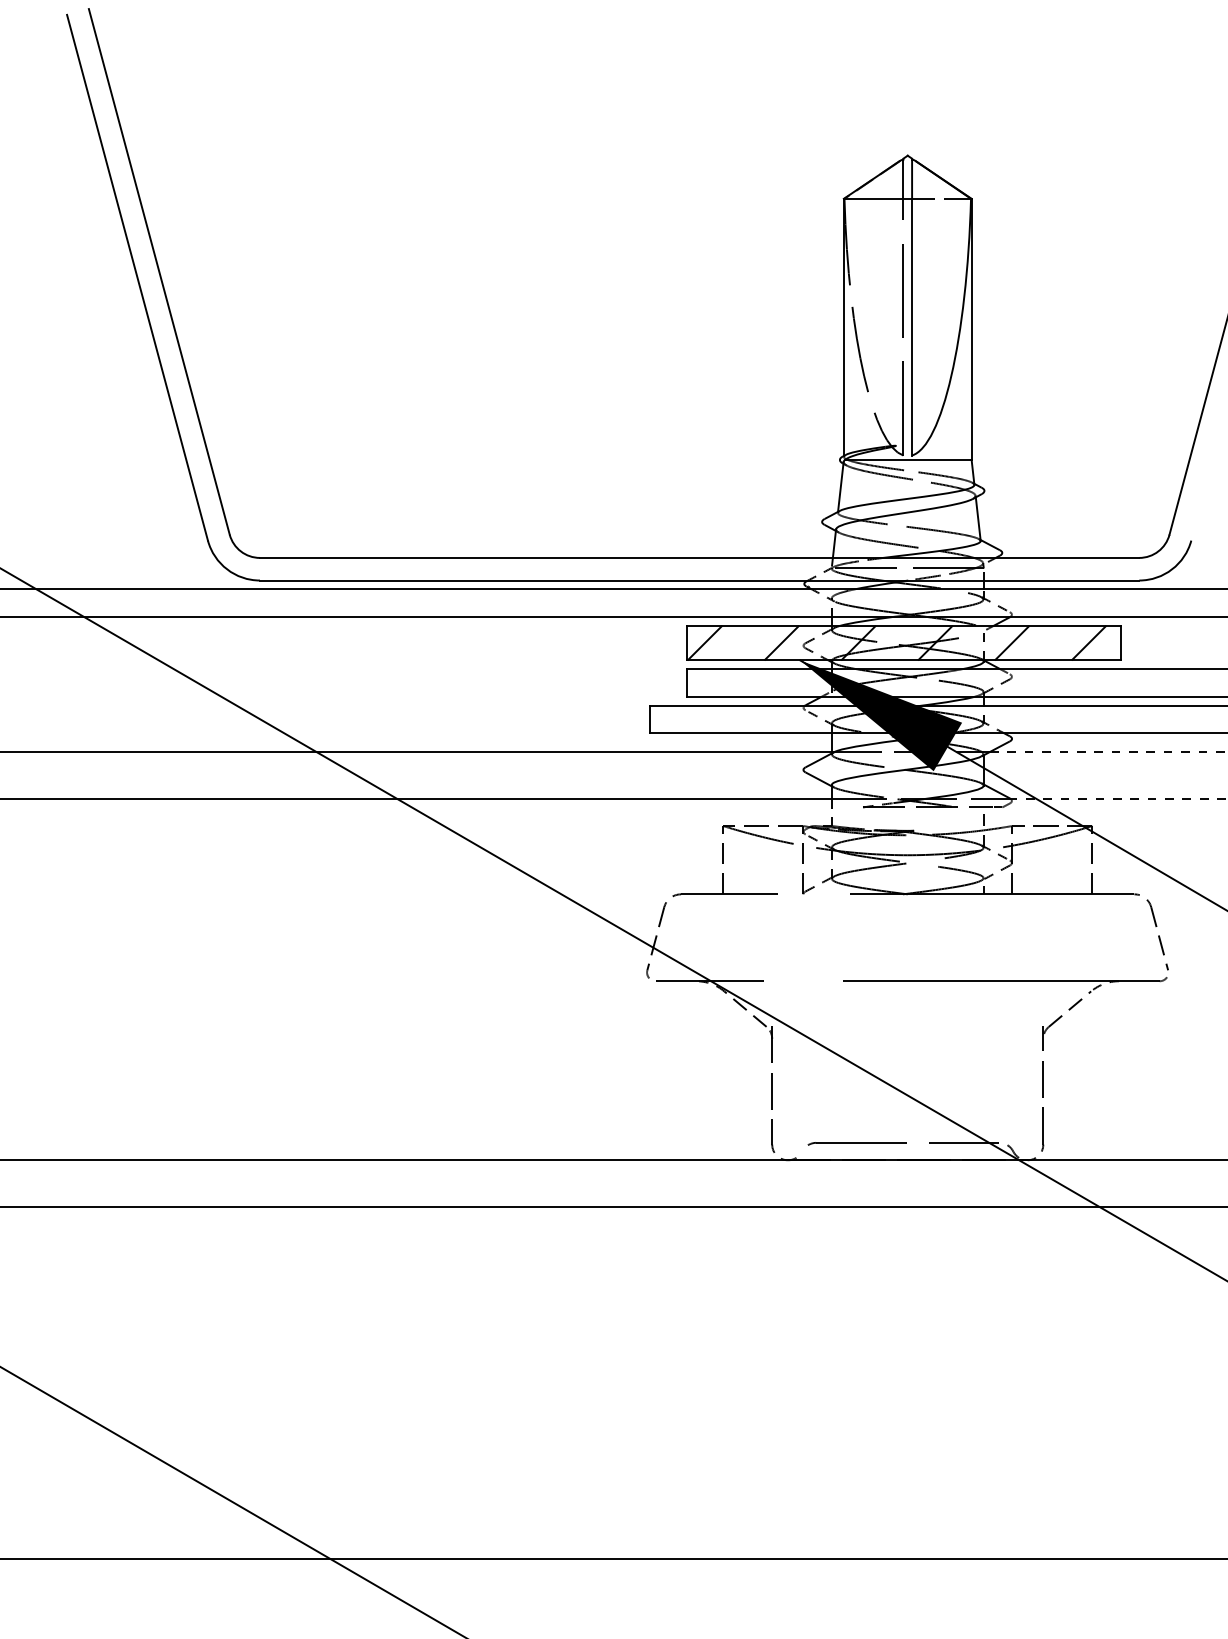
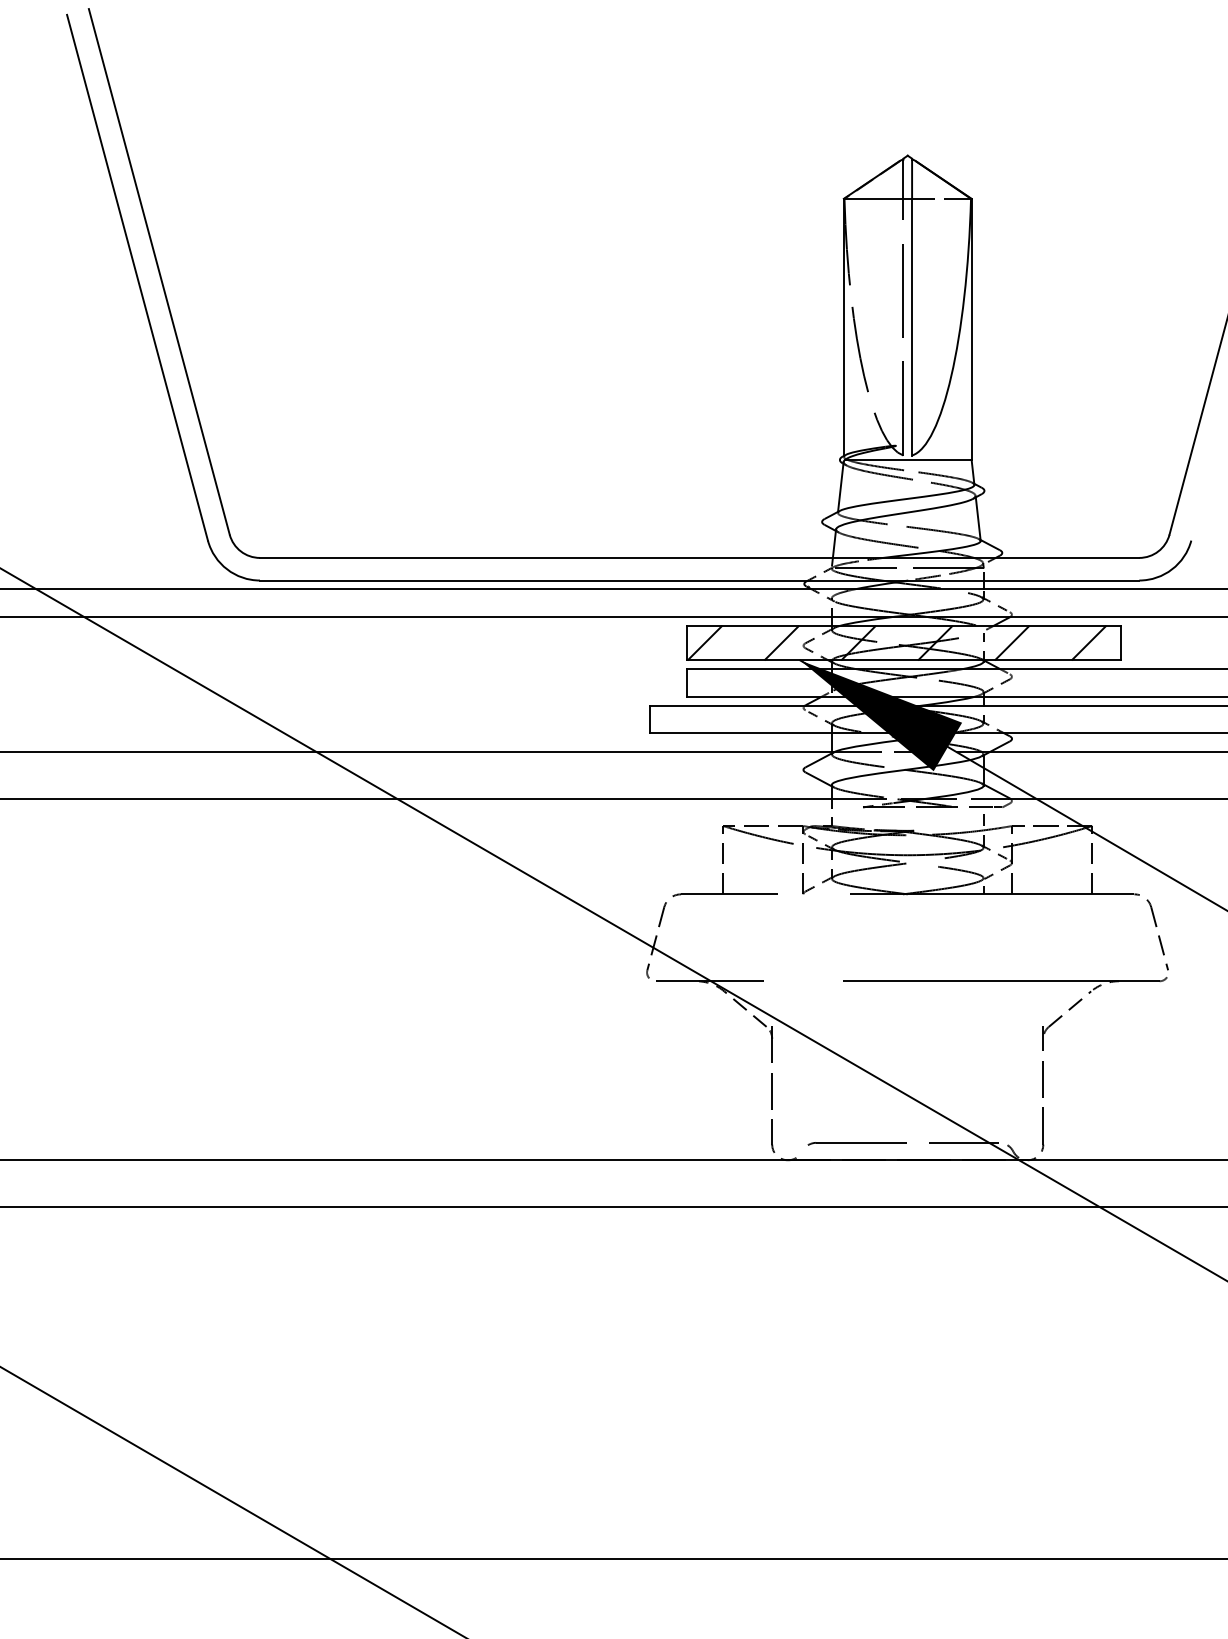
line at (1108, 751): dashed -> solid
line at (1118, 798): dashed -> solid
